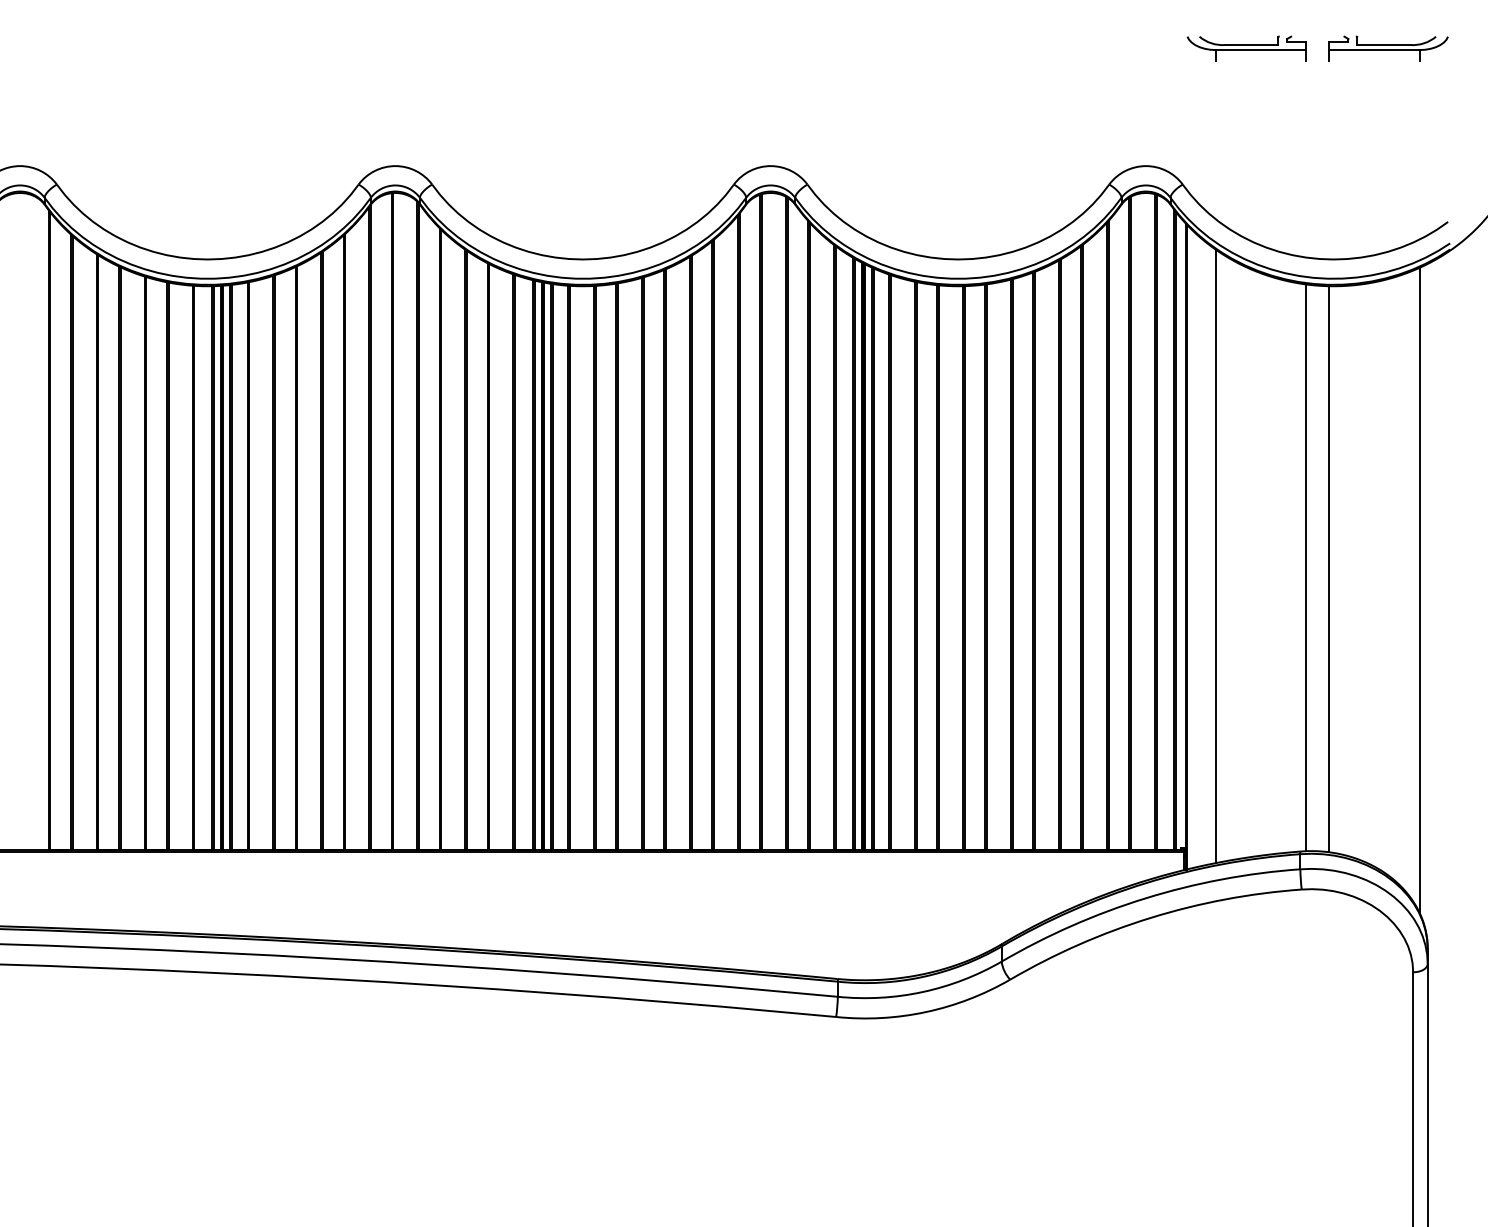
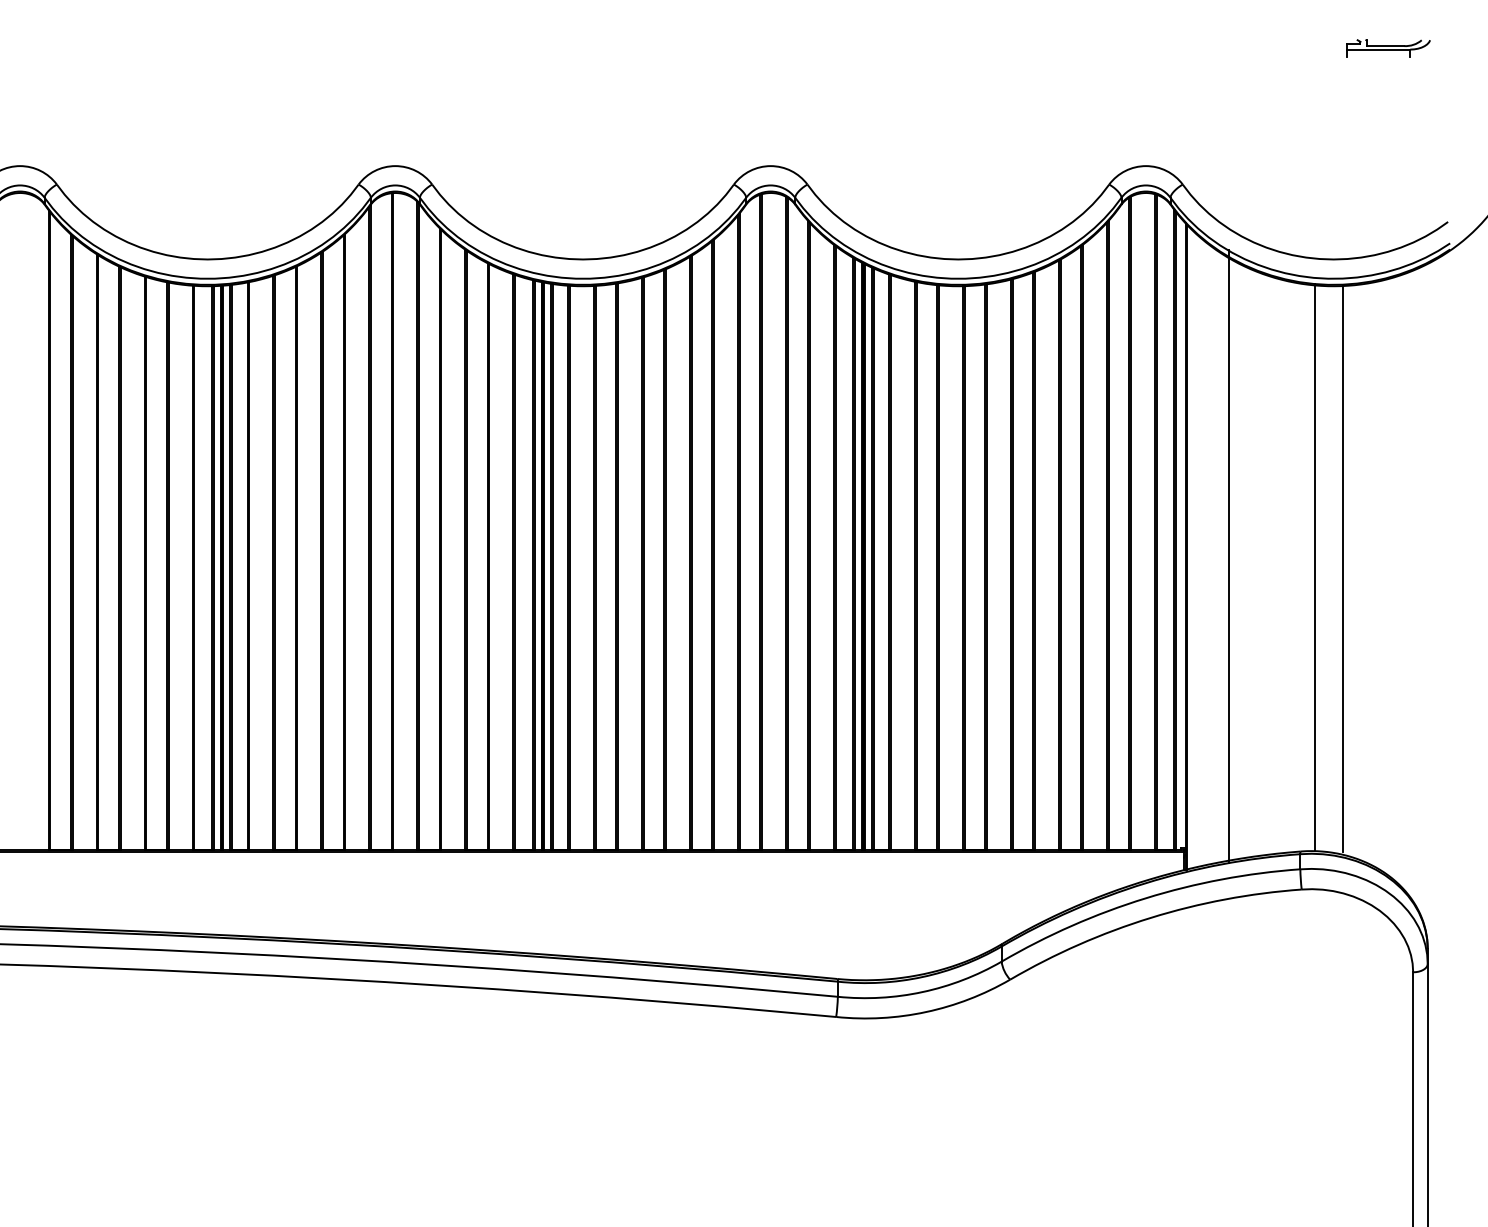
part at (1246, 48): present -> none
part at (1388, 48) size: 121x27 px -> 85x19 px
line at (1215, 556) position: (1215, 556) -> (1228, 556)
line at (1306, 567) position: (1306, 567) -> (1315, 567)
line at (1329, 569) position: (1329, 569) -> (1343, 569)
line at (1419, 590): present -> none
